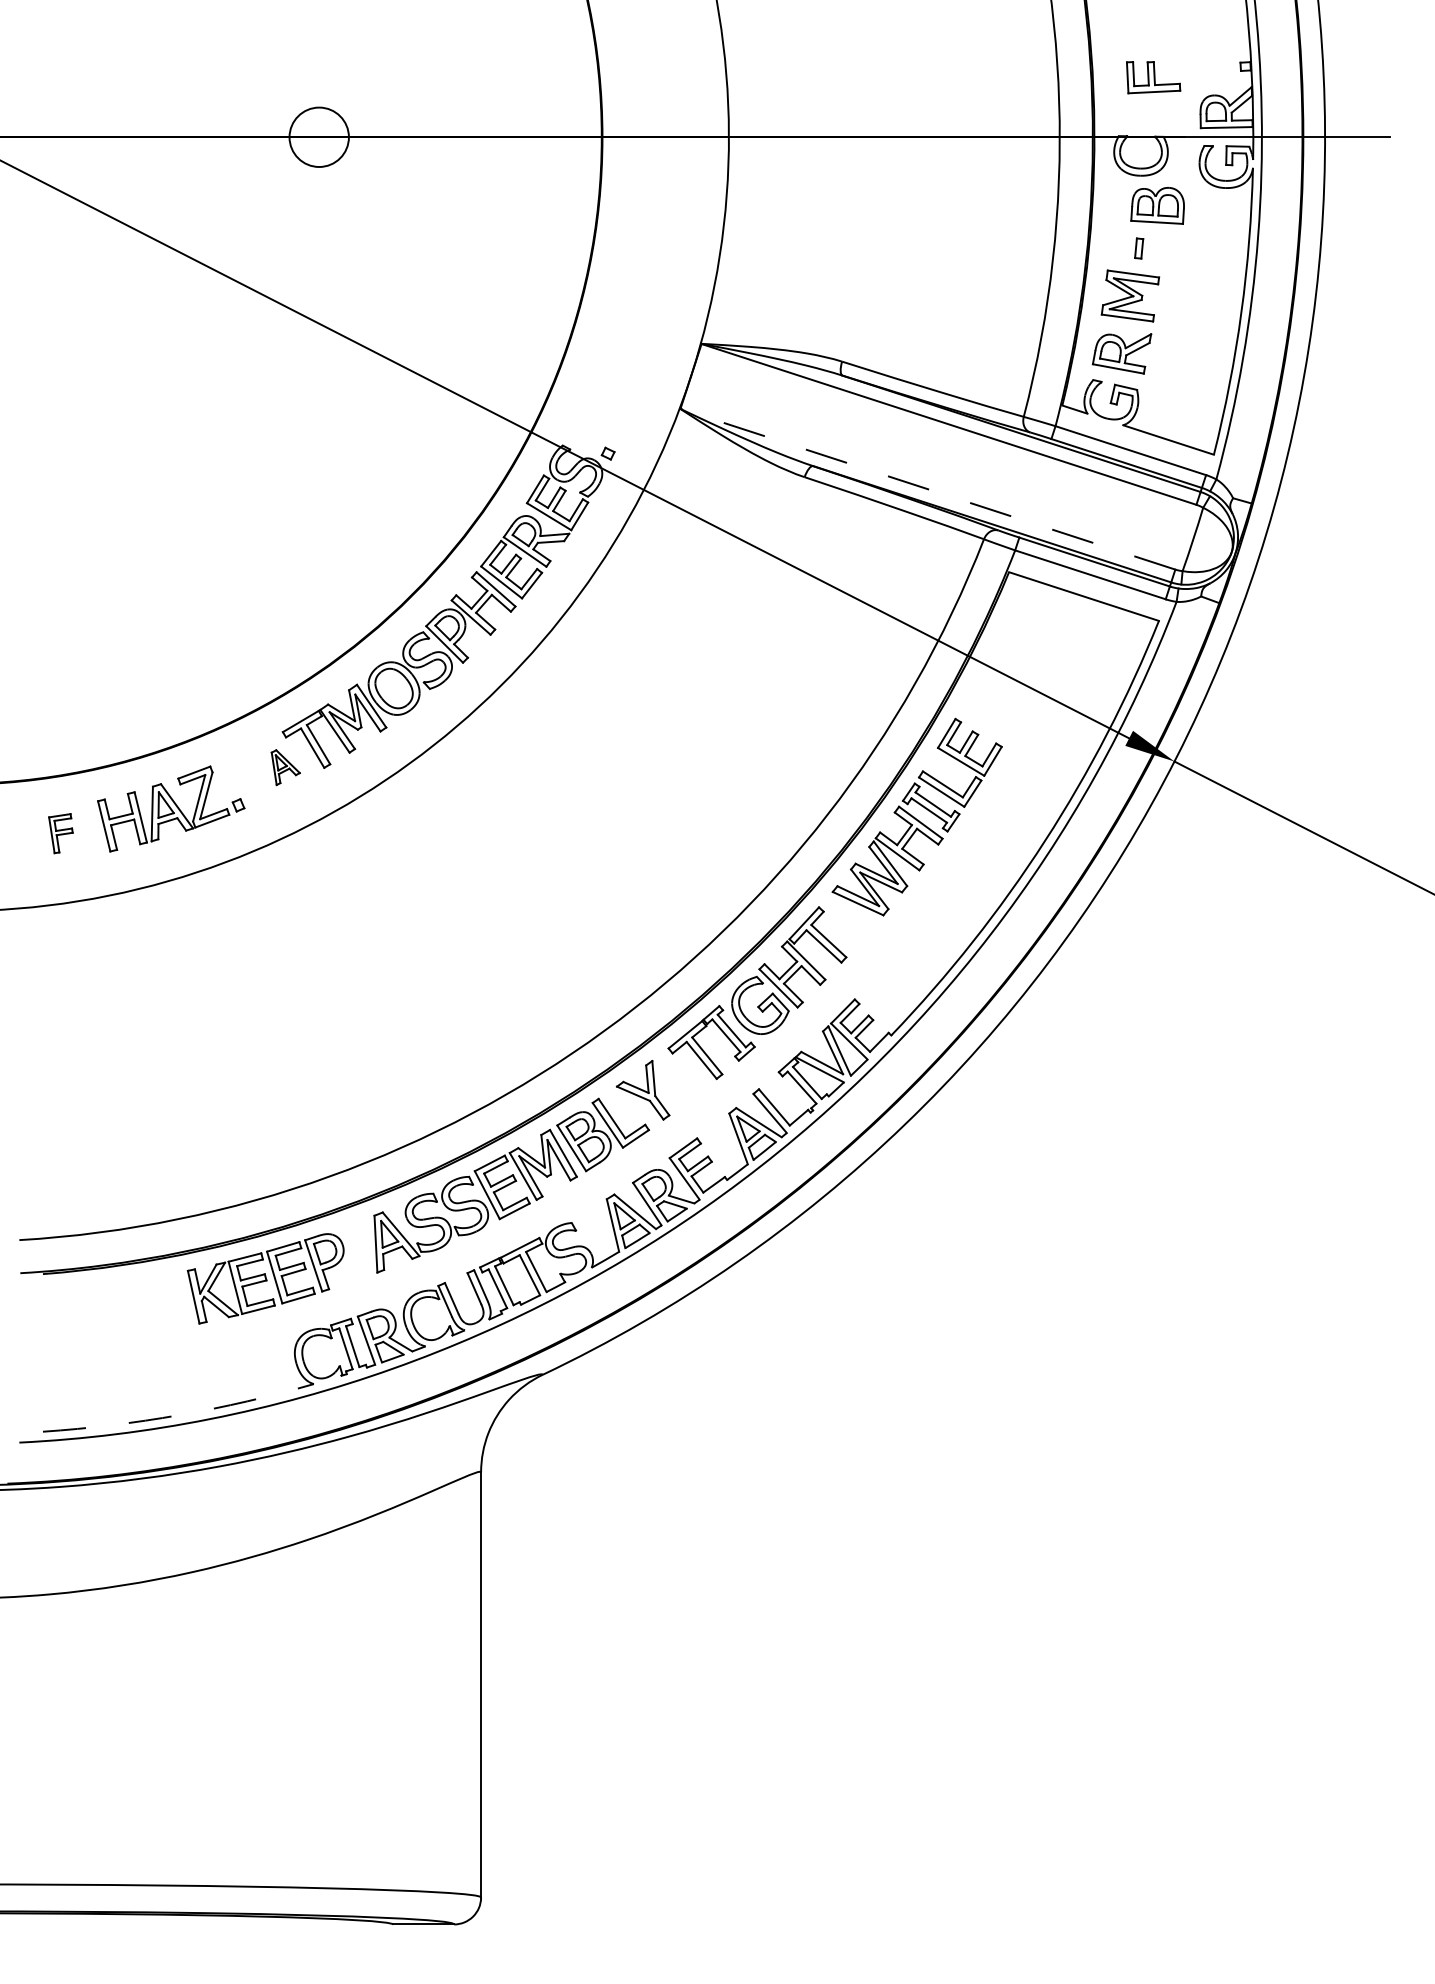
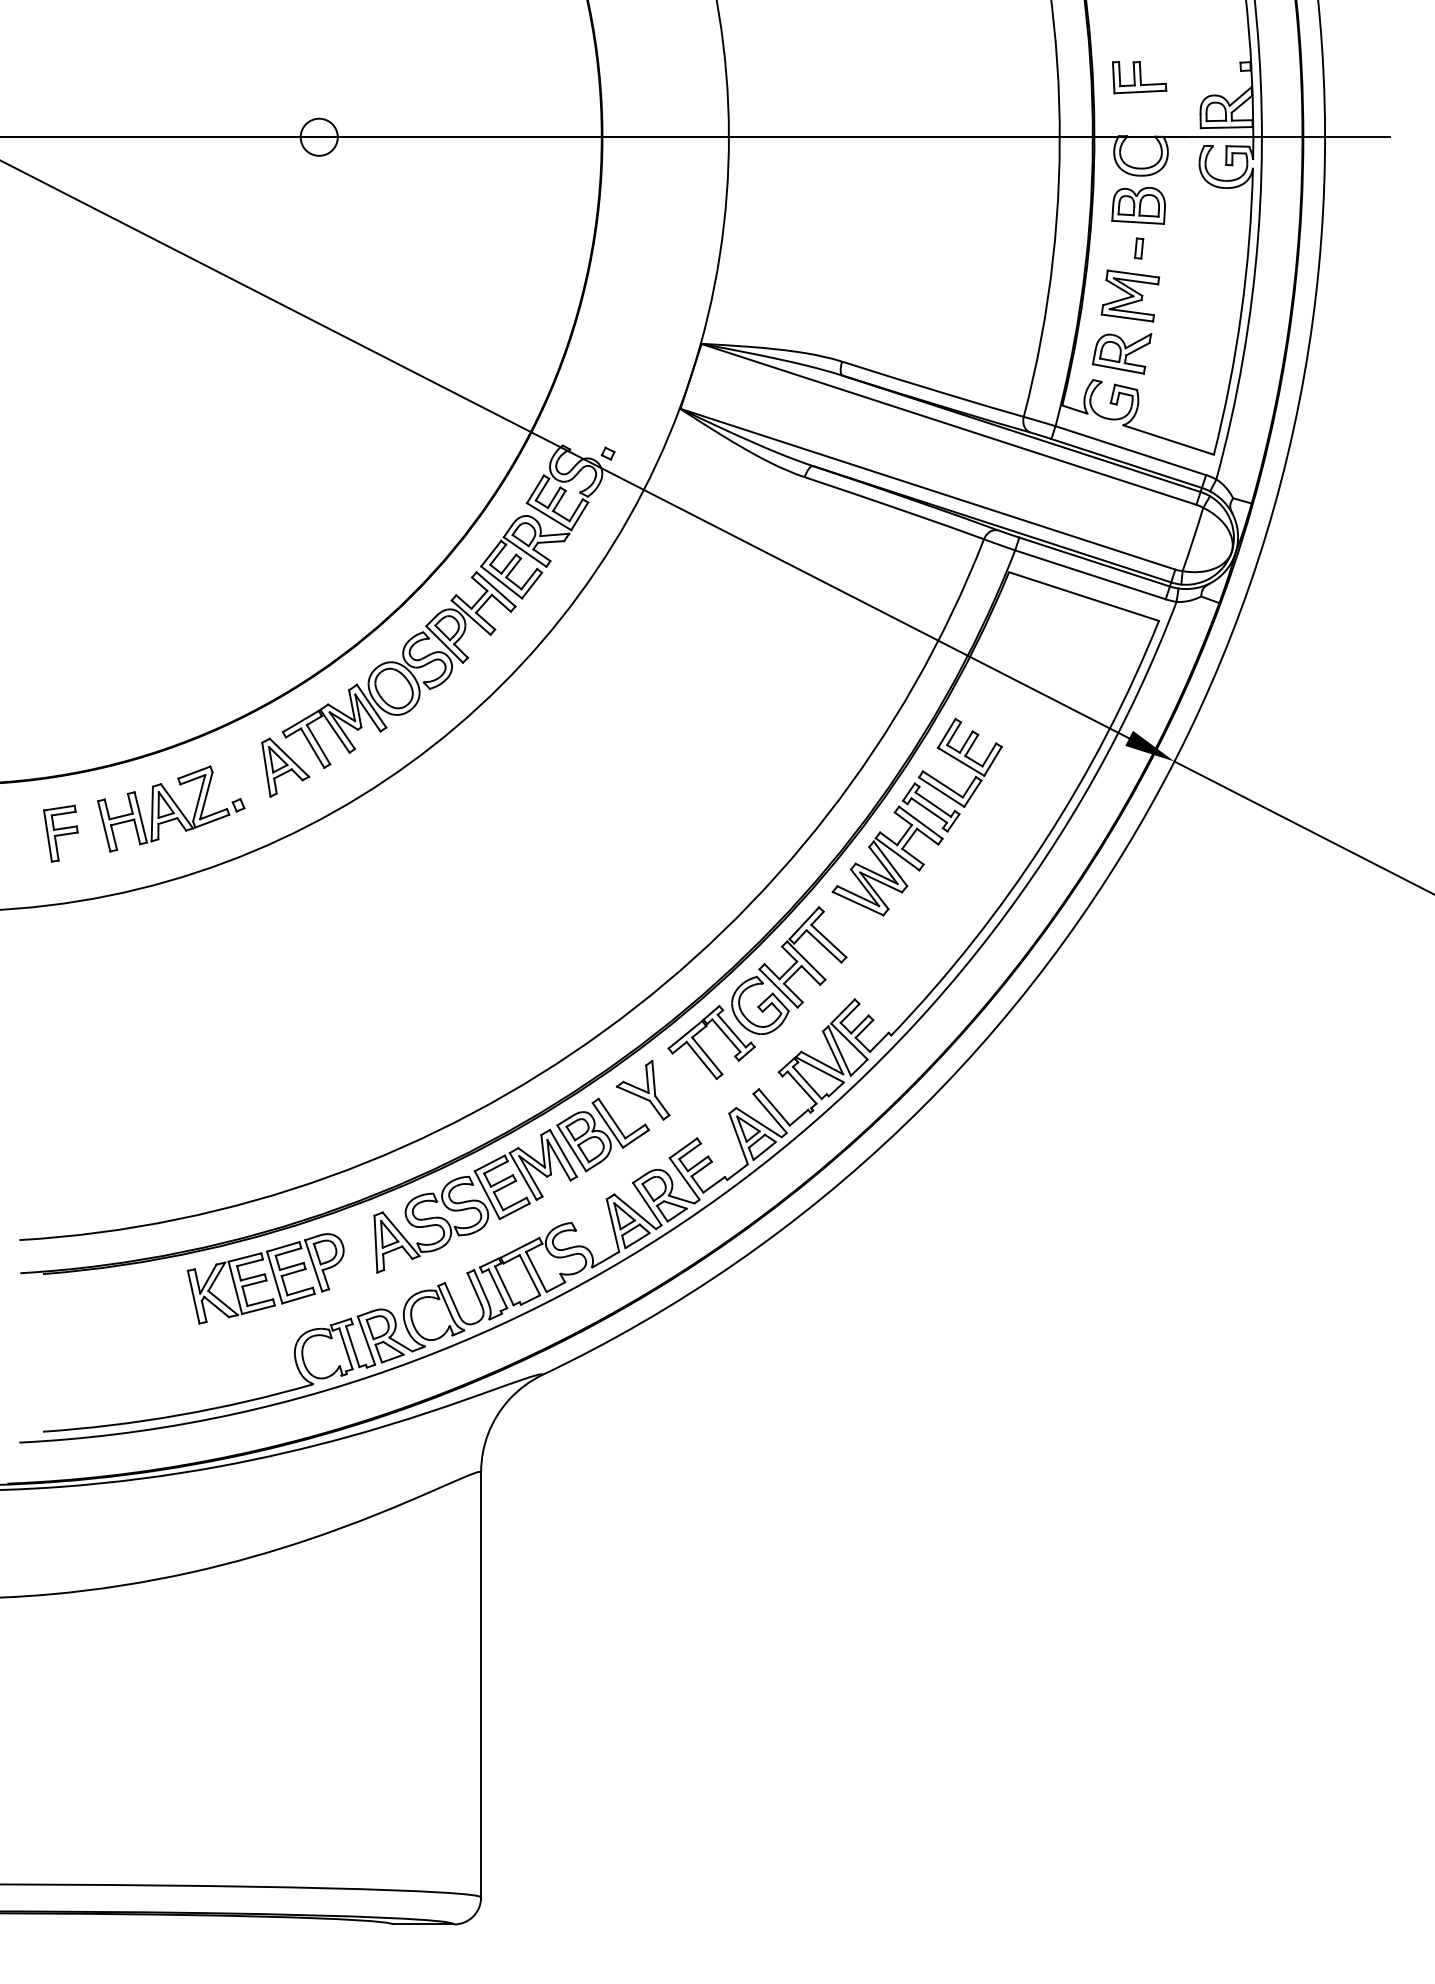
part at (1153, 77) position: (1153, 77) -> (1139, 77)
circle at (318, 136) diameter: 59 px -> 37 px
part at (1157, 205) position: (1157, 205) -> (1138, 205)
line at (927, 489): dashed -> solid
part at (285, 767) size: 31x38 px -> 50x61 px
part at (60, 833) size: 26x42 px -> 36x59 px
arc at (179, 1415): dashed -> solid
